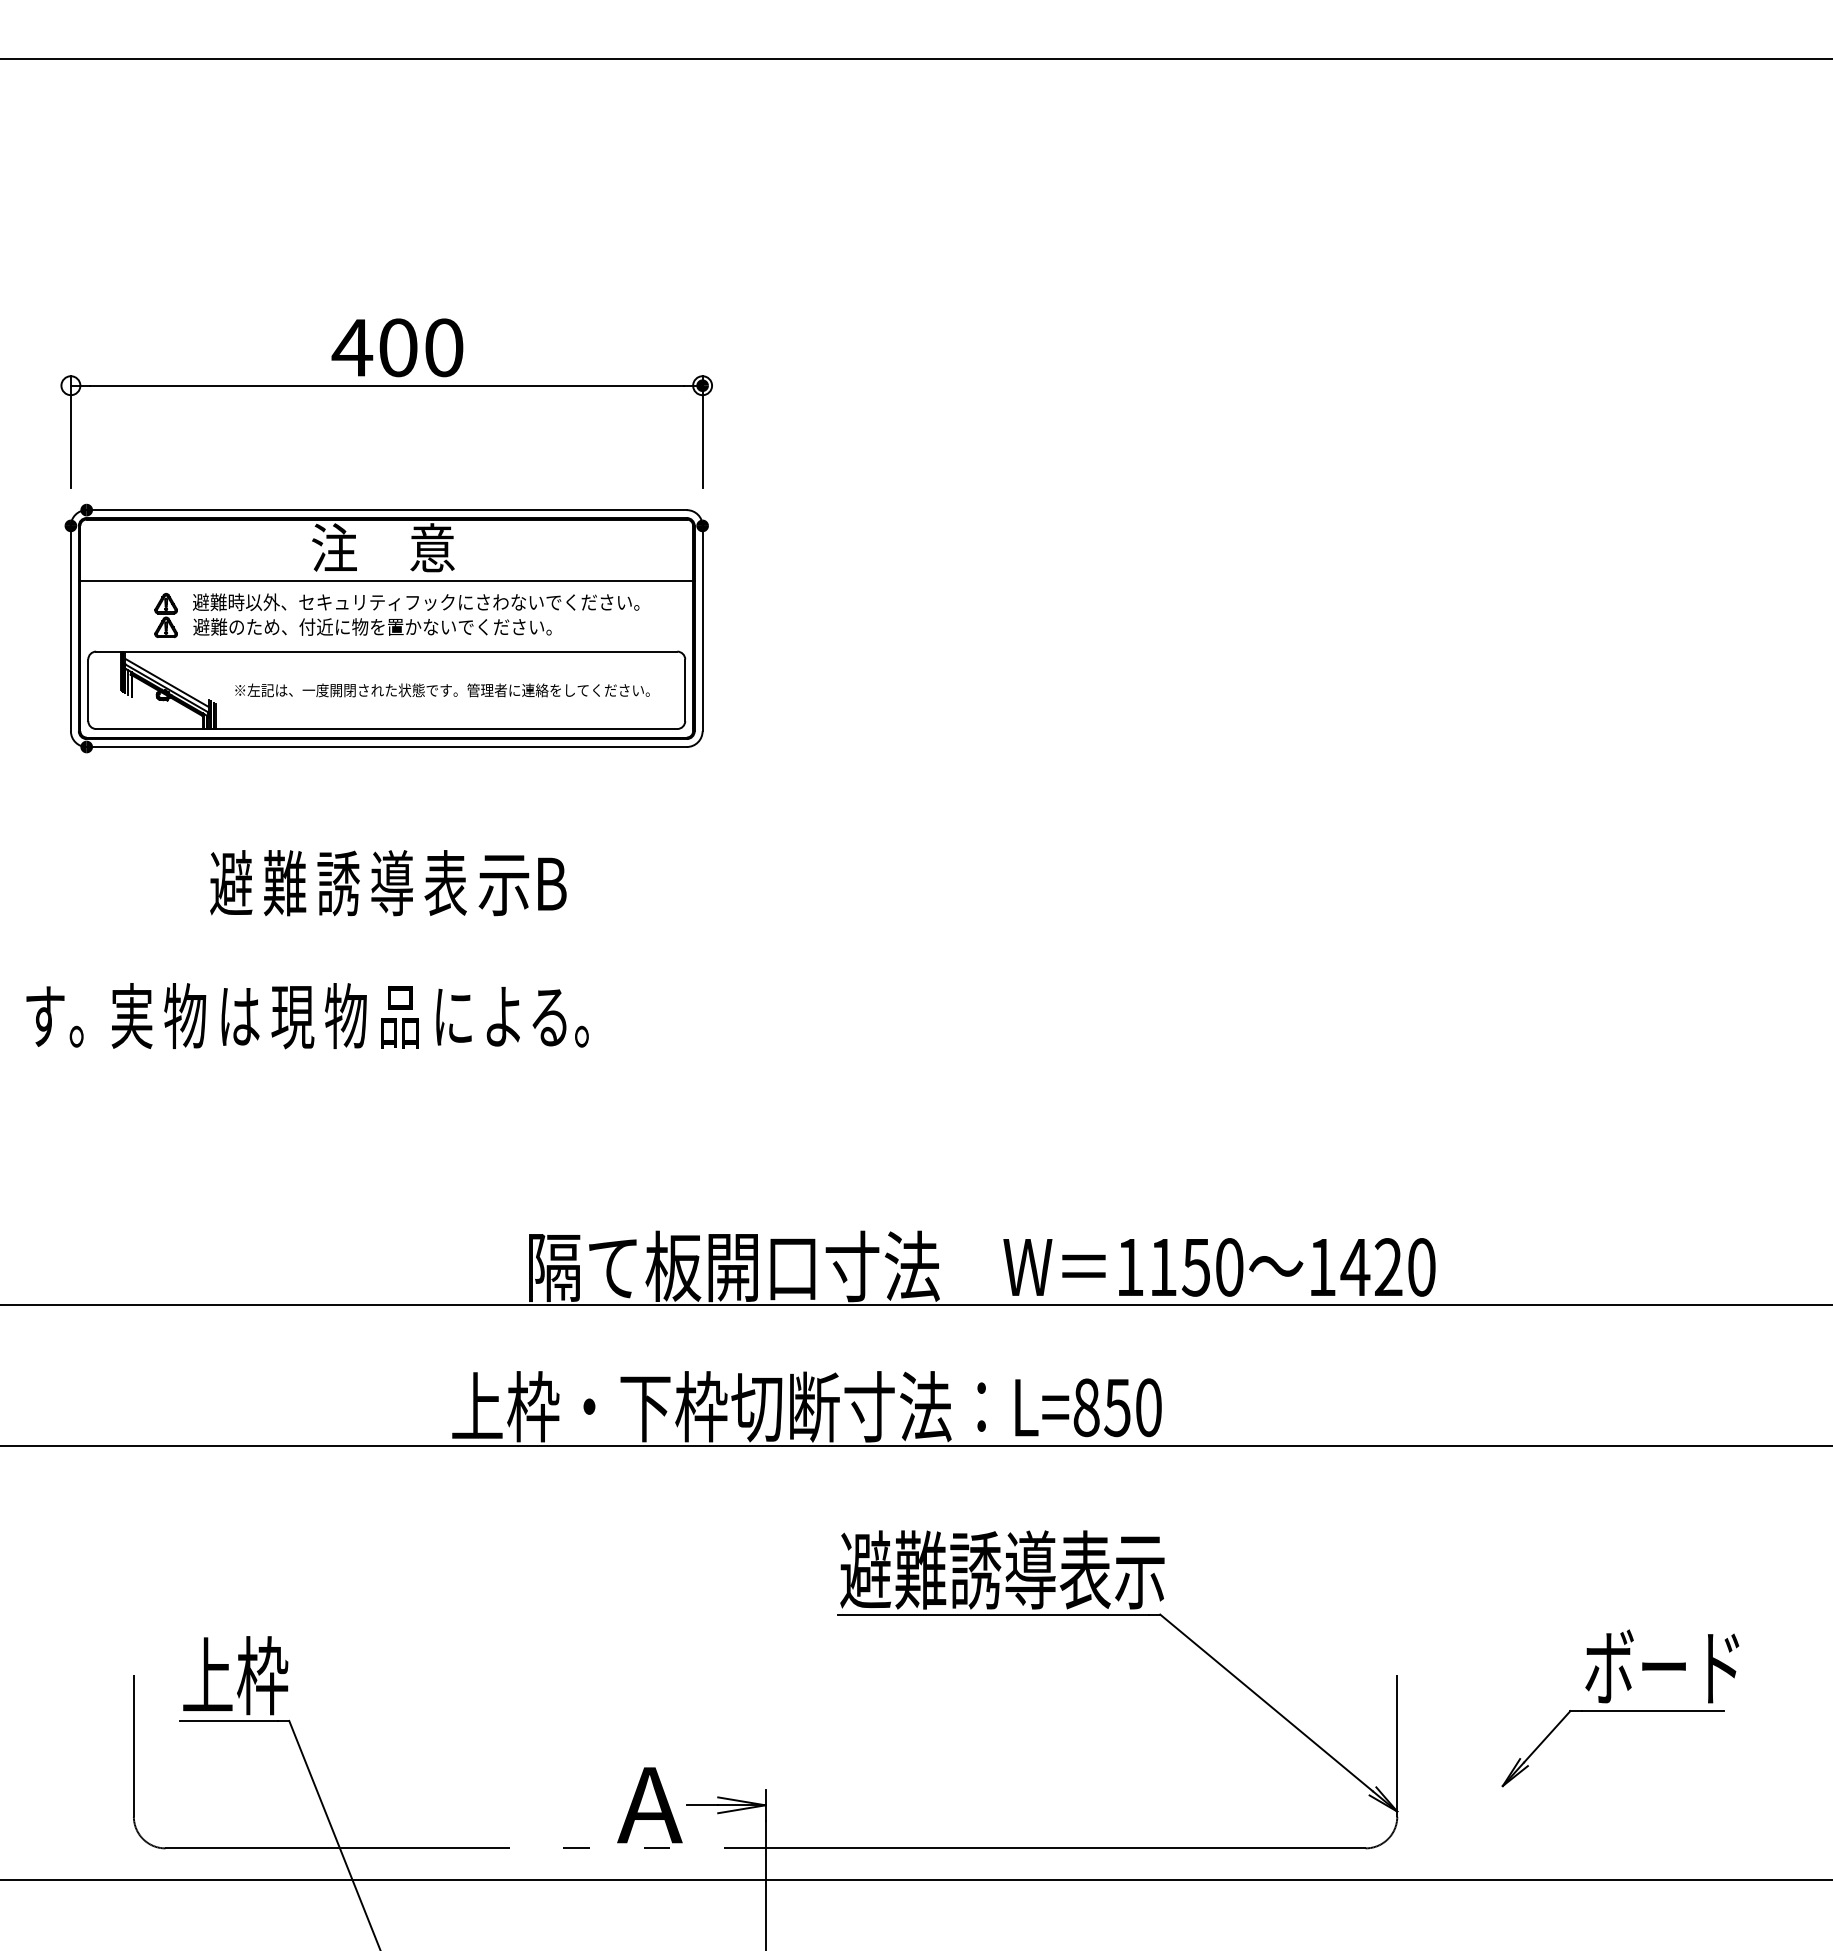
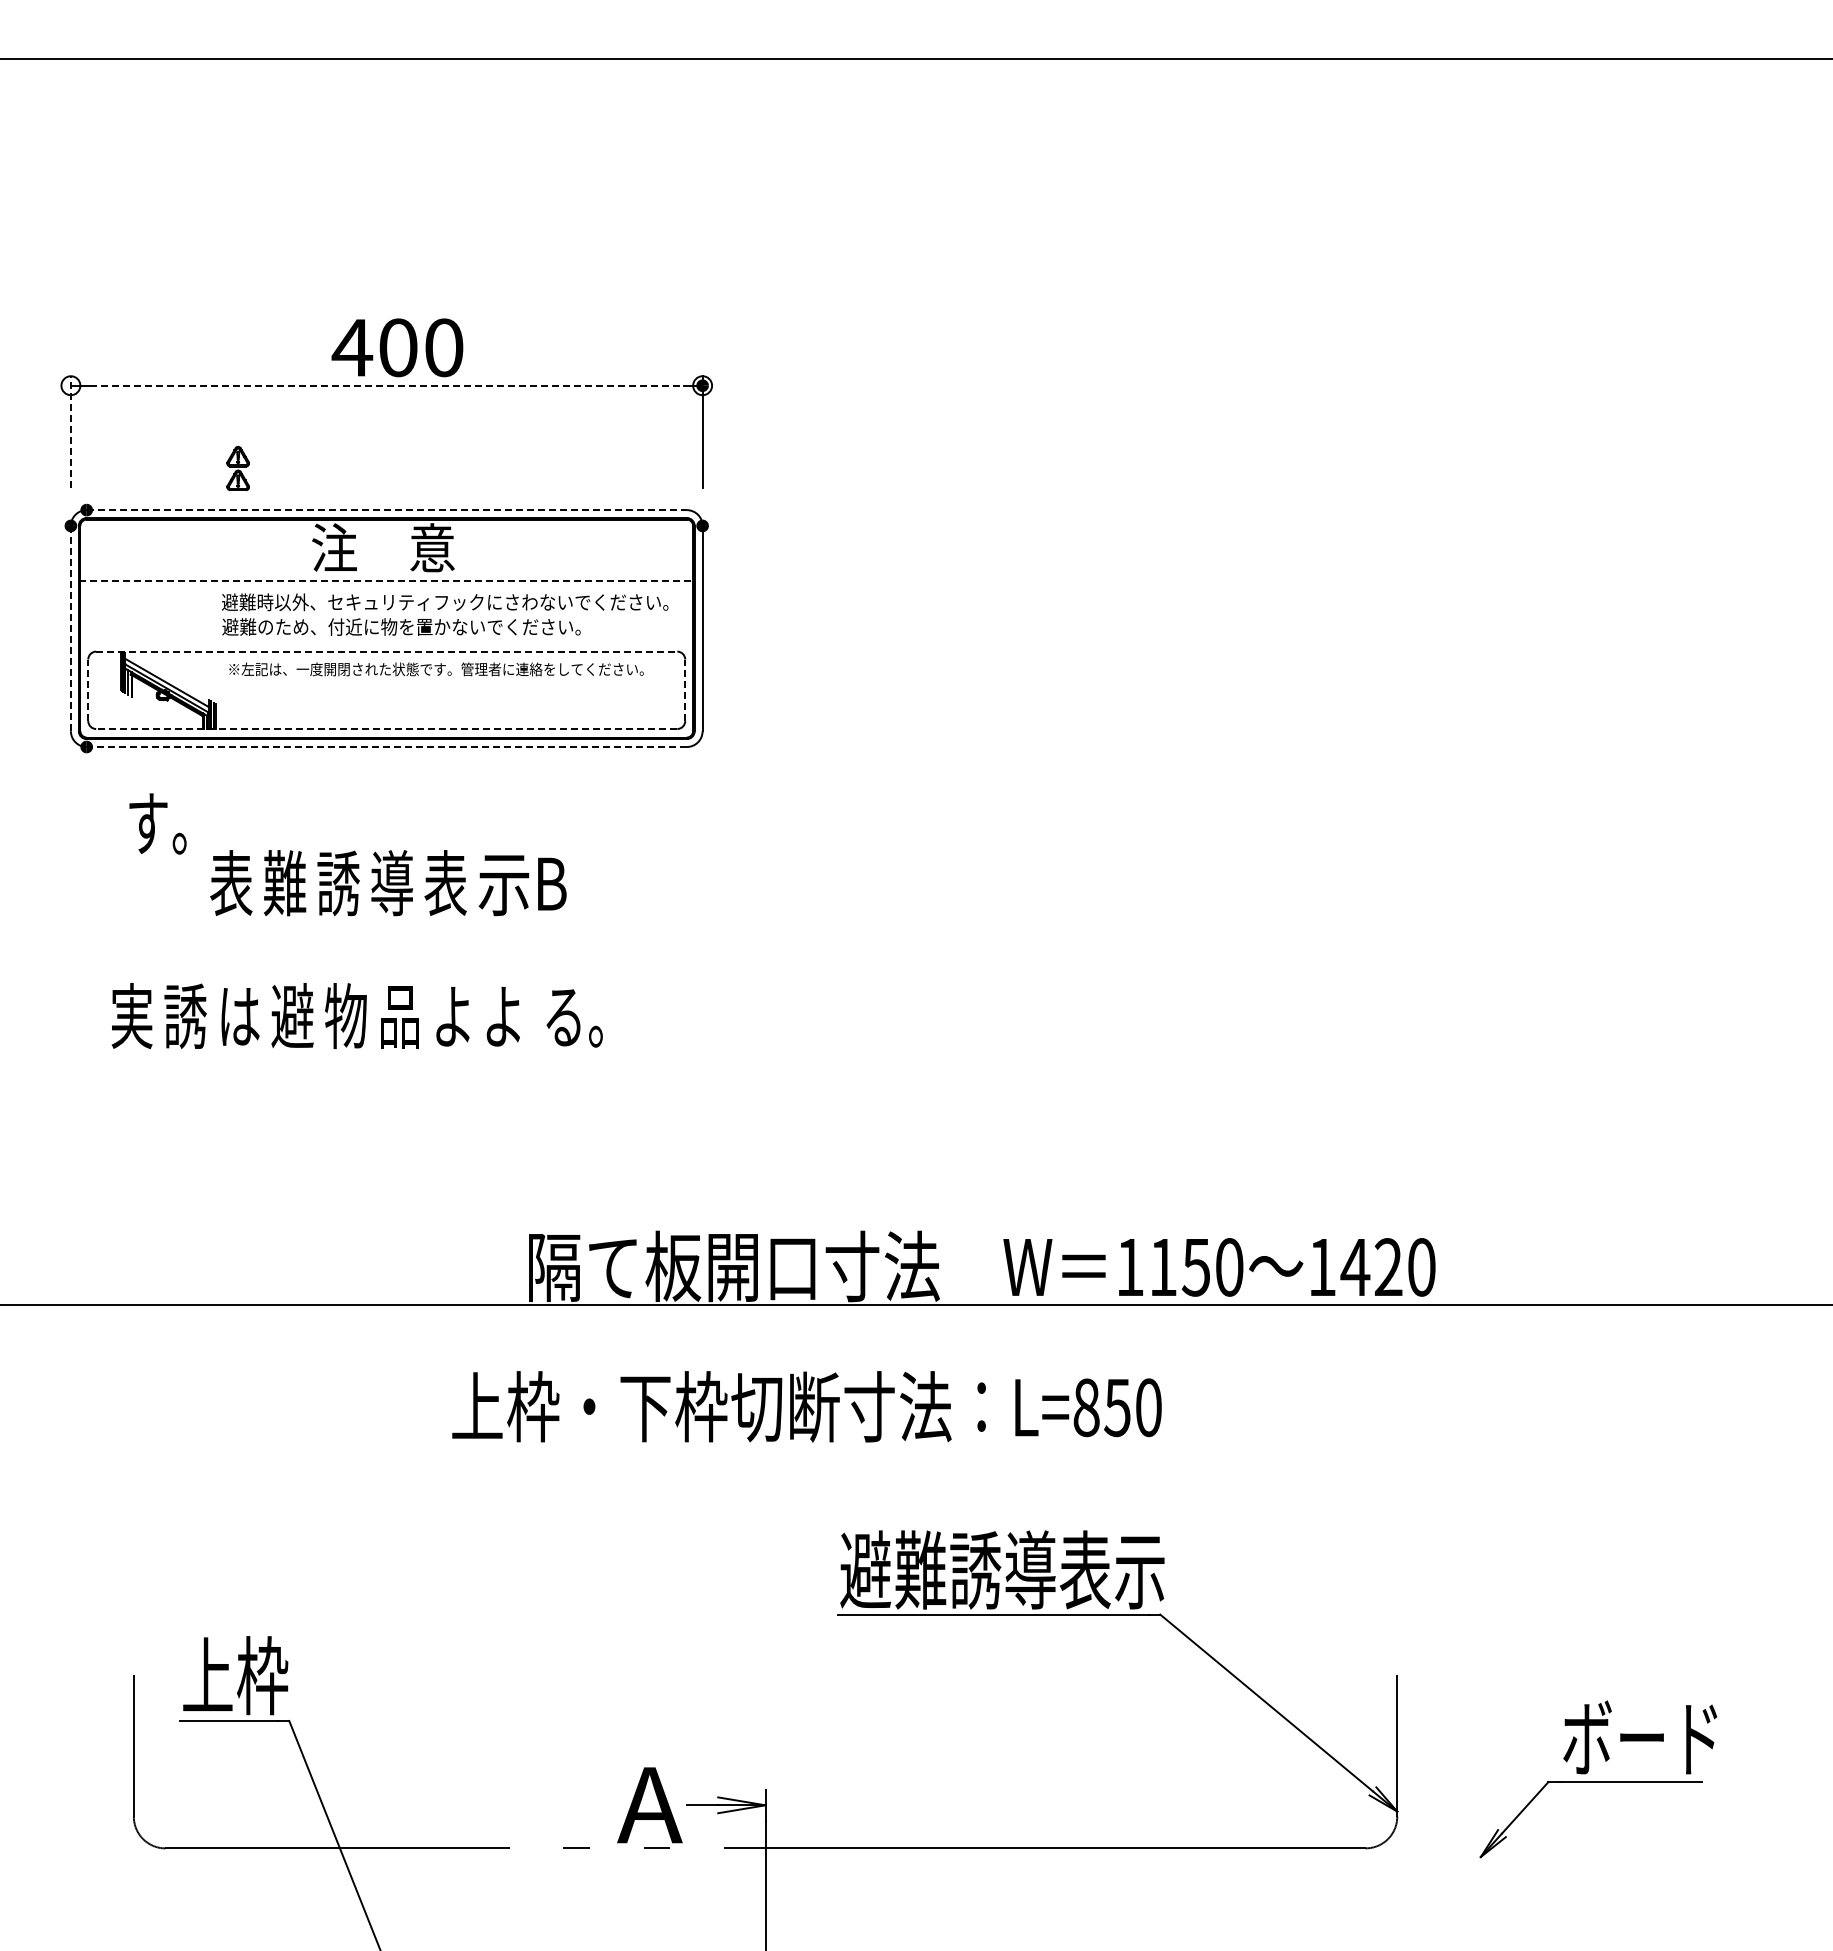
line at (386, 385): solid -> dashed
line at (70, 432): solid -> dashed
line at (387, 510): solid -> dashed
line at (386, 581): solid -> dashed
text at (416, 614) position: (416, 614) -> (445, 614)
part at (165, 615) position: (165, 615) -> (237, 468)
line at (70, 628): solid -> dashed
line at (386, 651): solid -> dashed
line at (88, 690): solid -> dashed
text at (442, 690) position: (442, 690) -> (436, 669)
line at (685, 690): solid -> dashed
line at (386, 729): solid -> dashed
line at (386, 747): solid -> dashed
text at (231, 882): 避 -> 表
text at (54, 1016) position: (54, 1016) -> (157, 823)
text at (185, 1016): 物 -> 誘
text at (292, 1016): 現 -> 避
text at (453, 1016): に -> よ
text at (560, 1018) position: (560, 1018) -> (574, 1018)
line at (915, 1445): present -> none
part at (1620, 1708) position: (1620, 1708) -> (1598, 1779)
line at (915, 1879): present -> none
